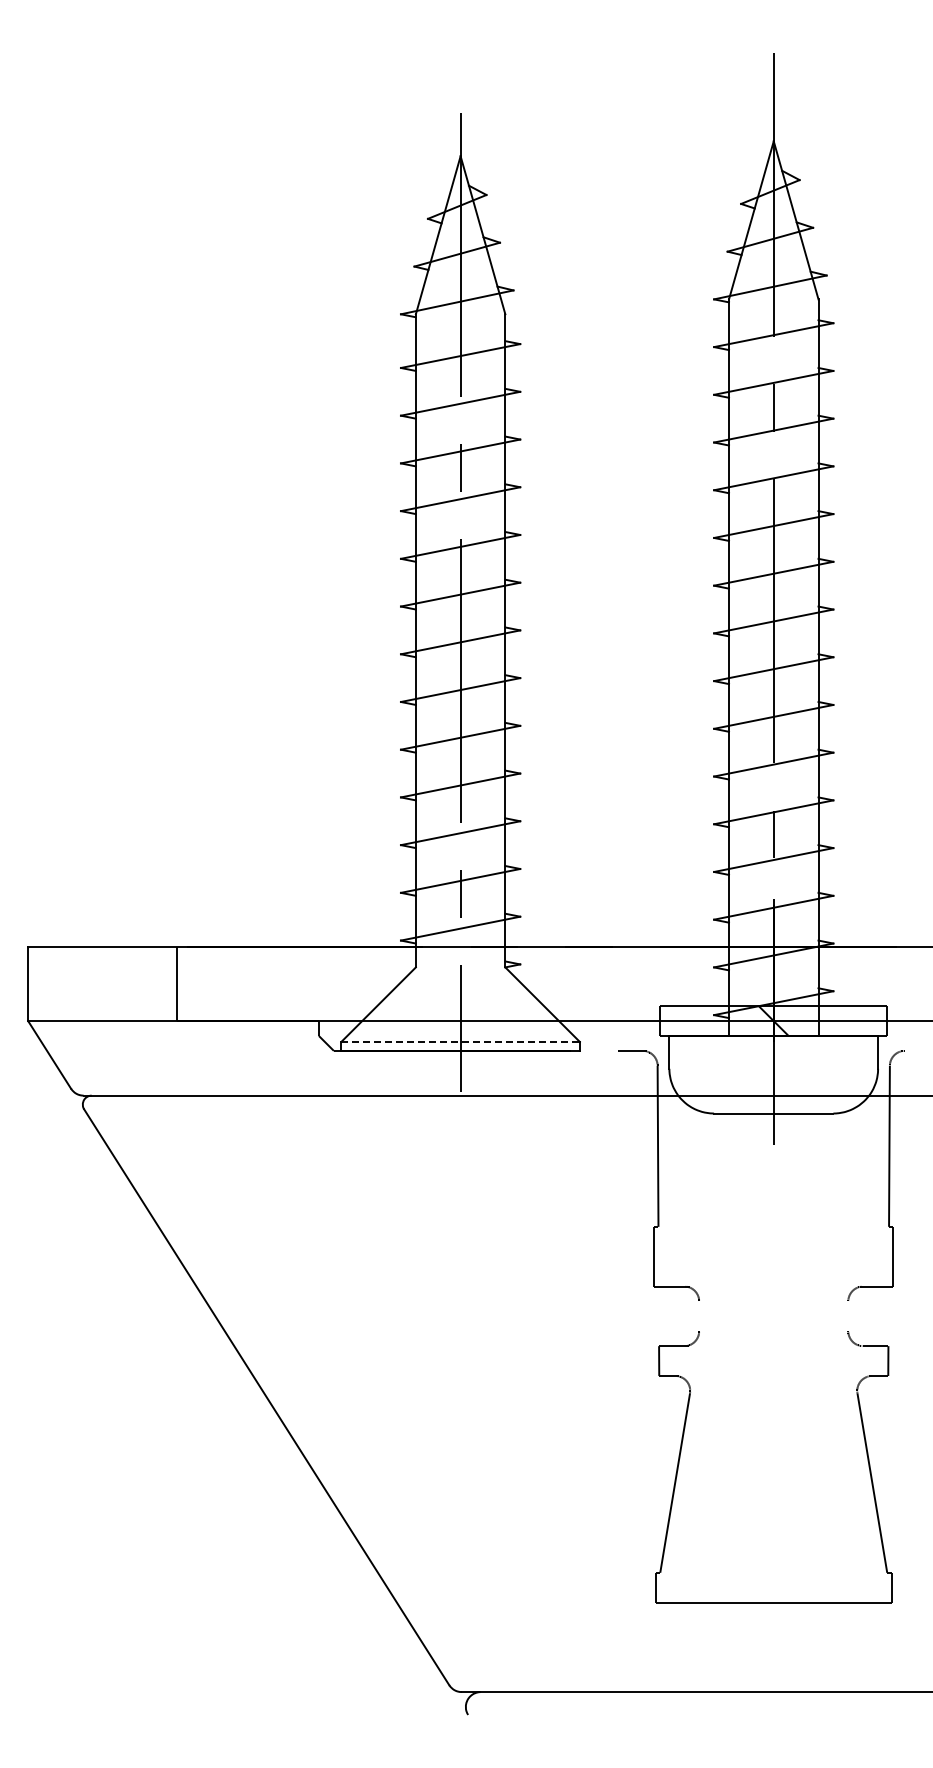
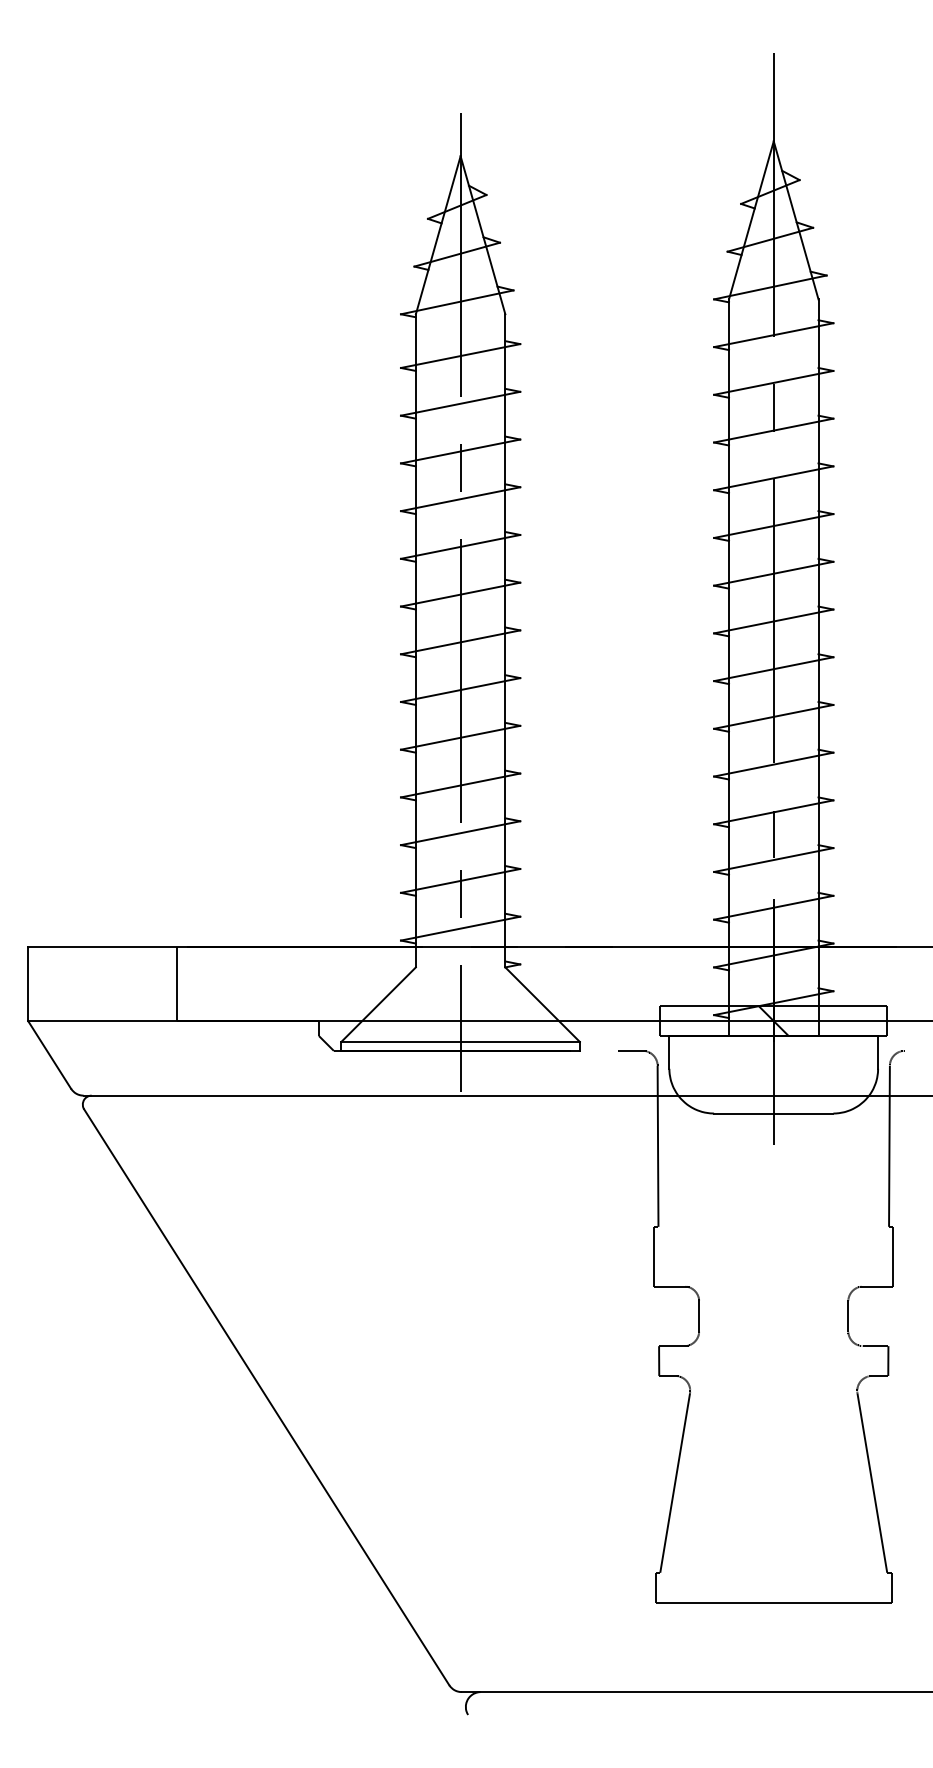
line at (461, 1041): dashed -> solid
line at (699, 1316): none -> present
line at (848, 1316): none -> present
